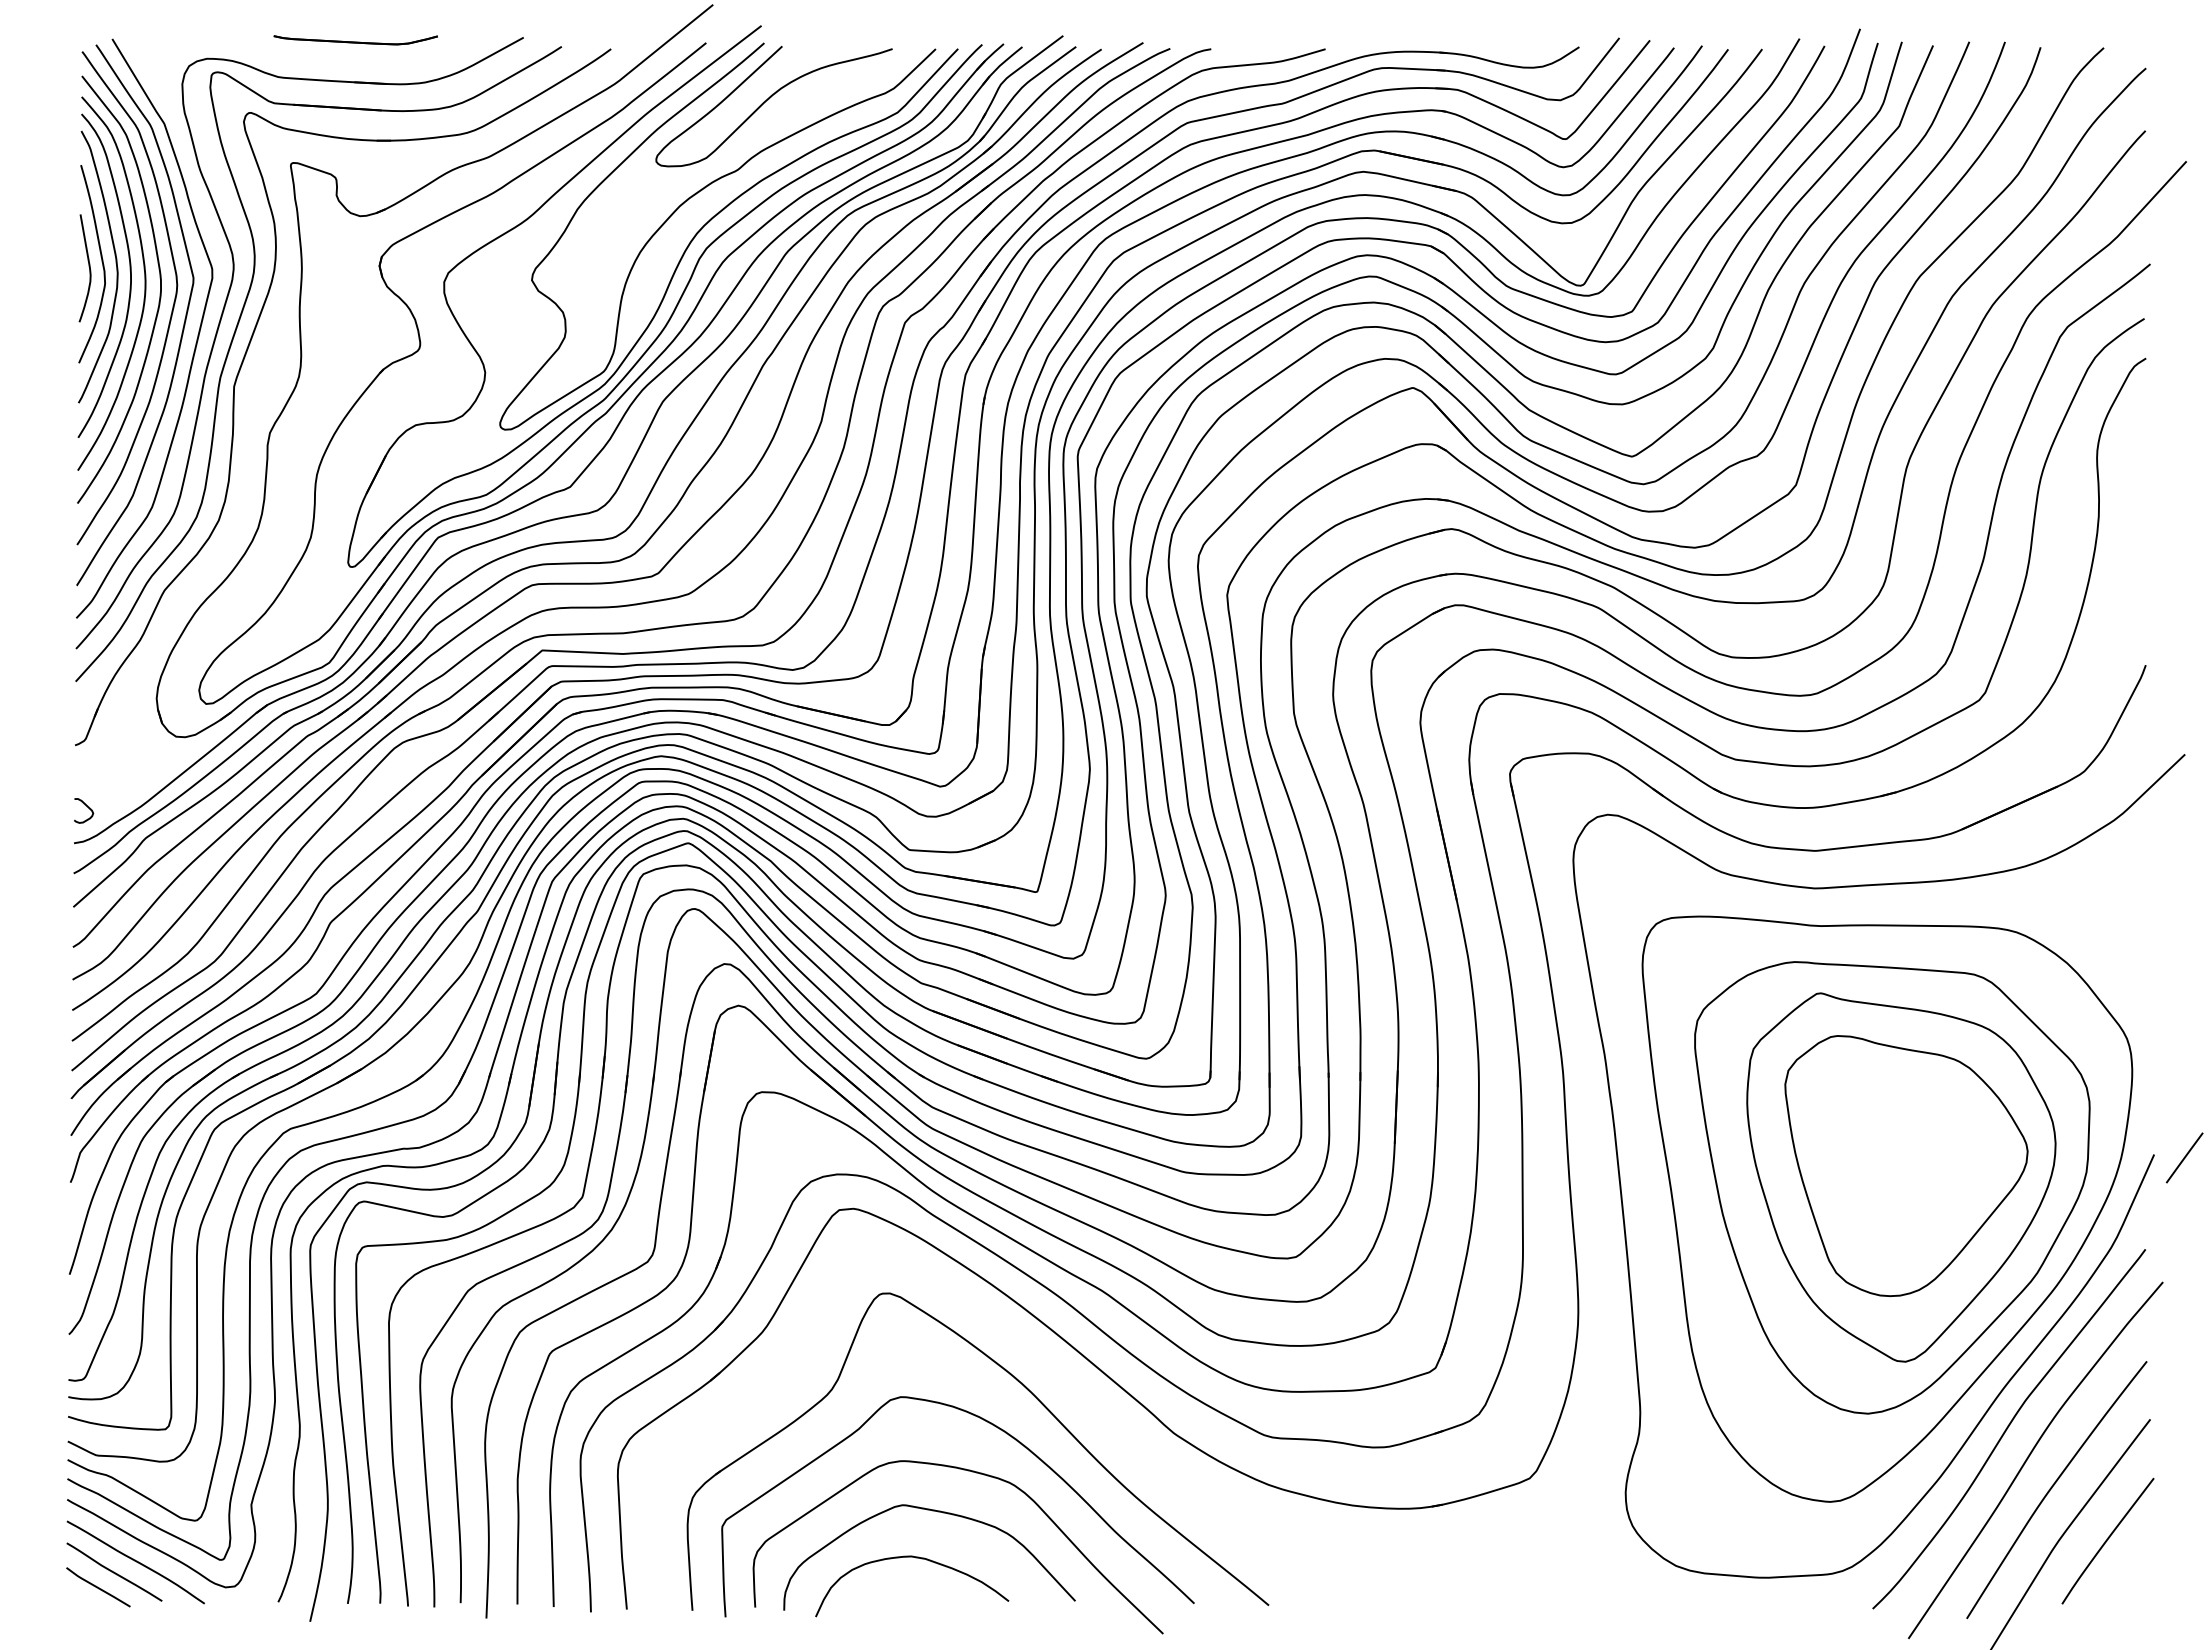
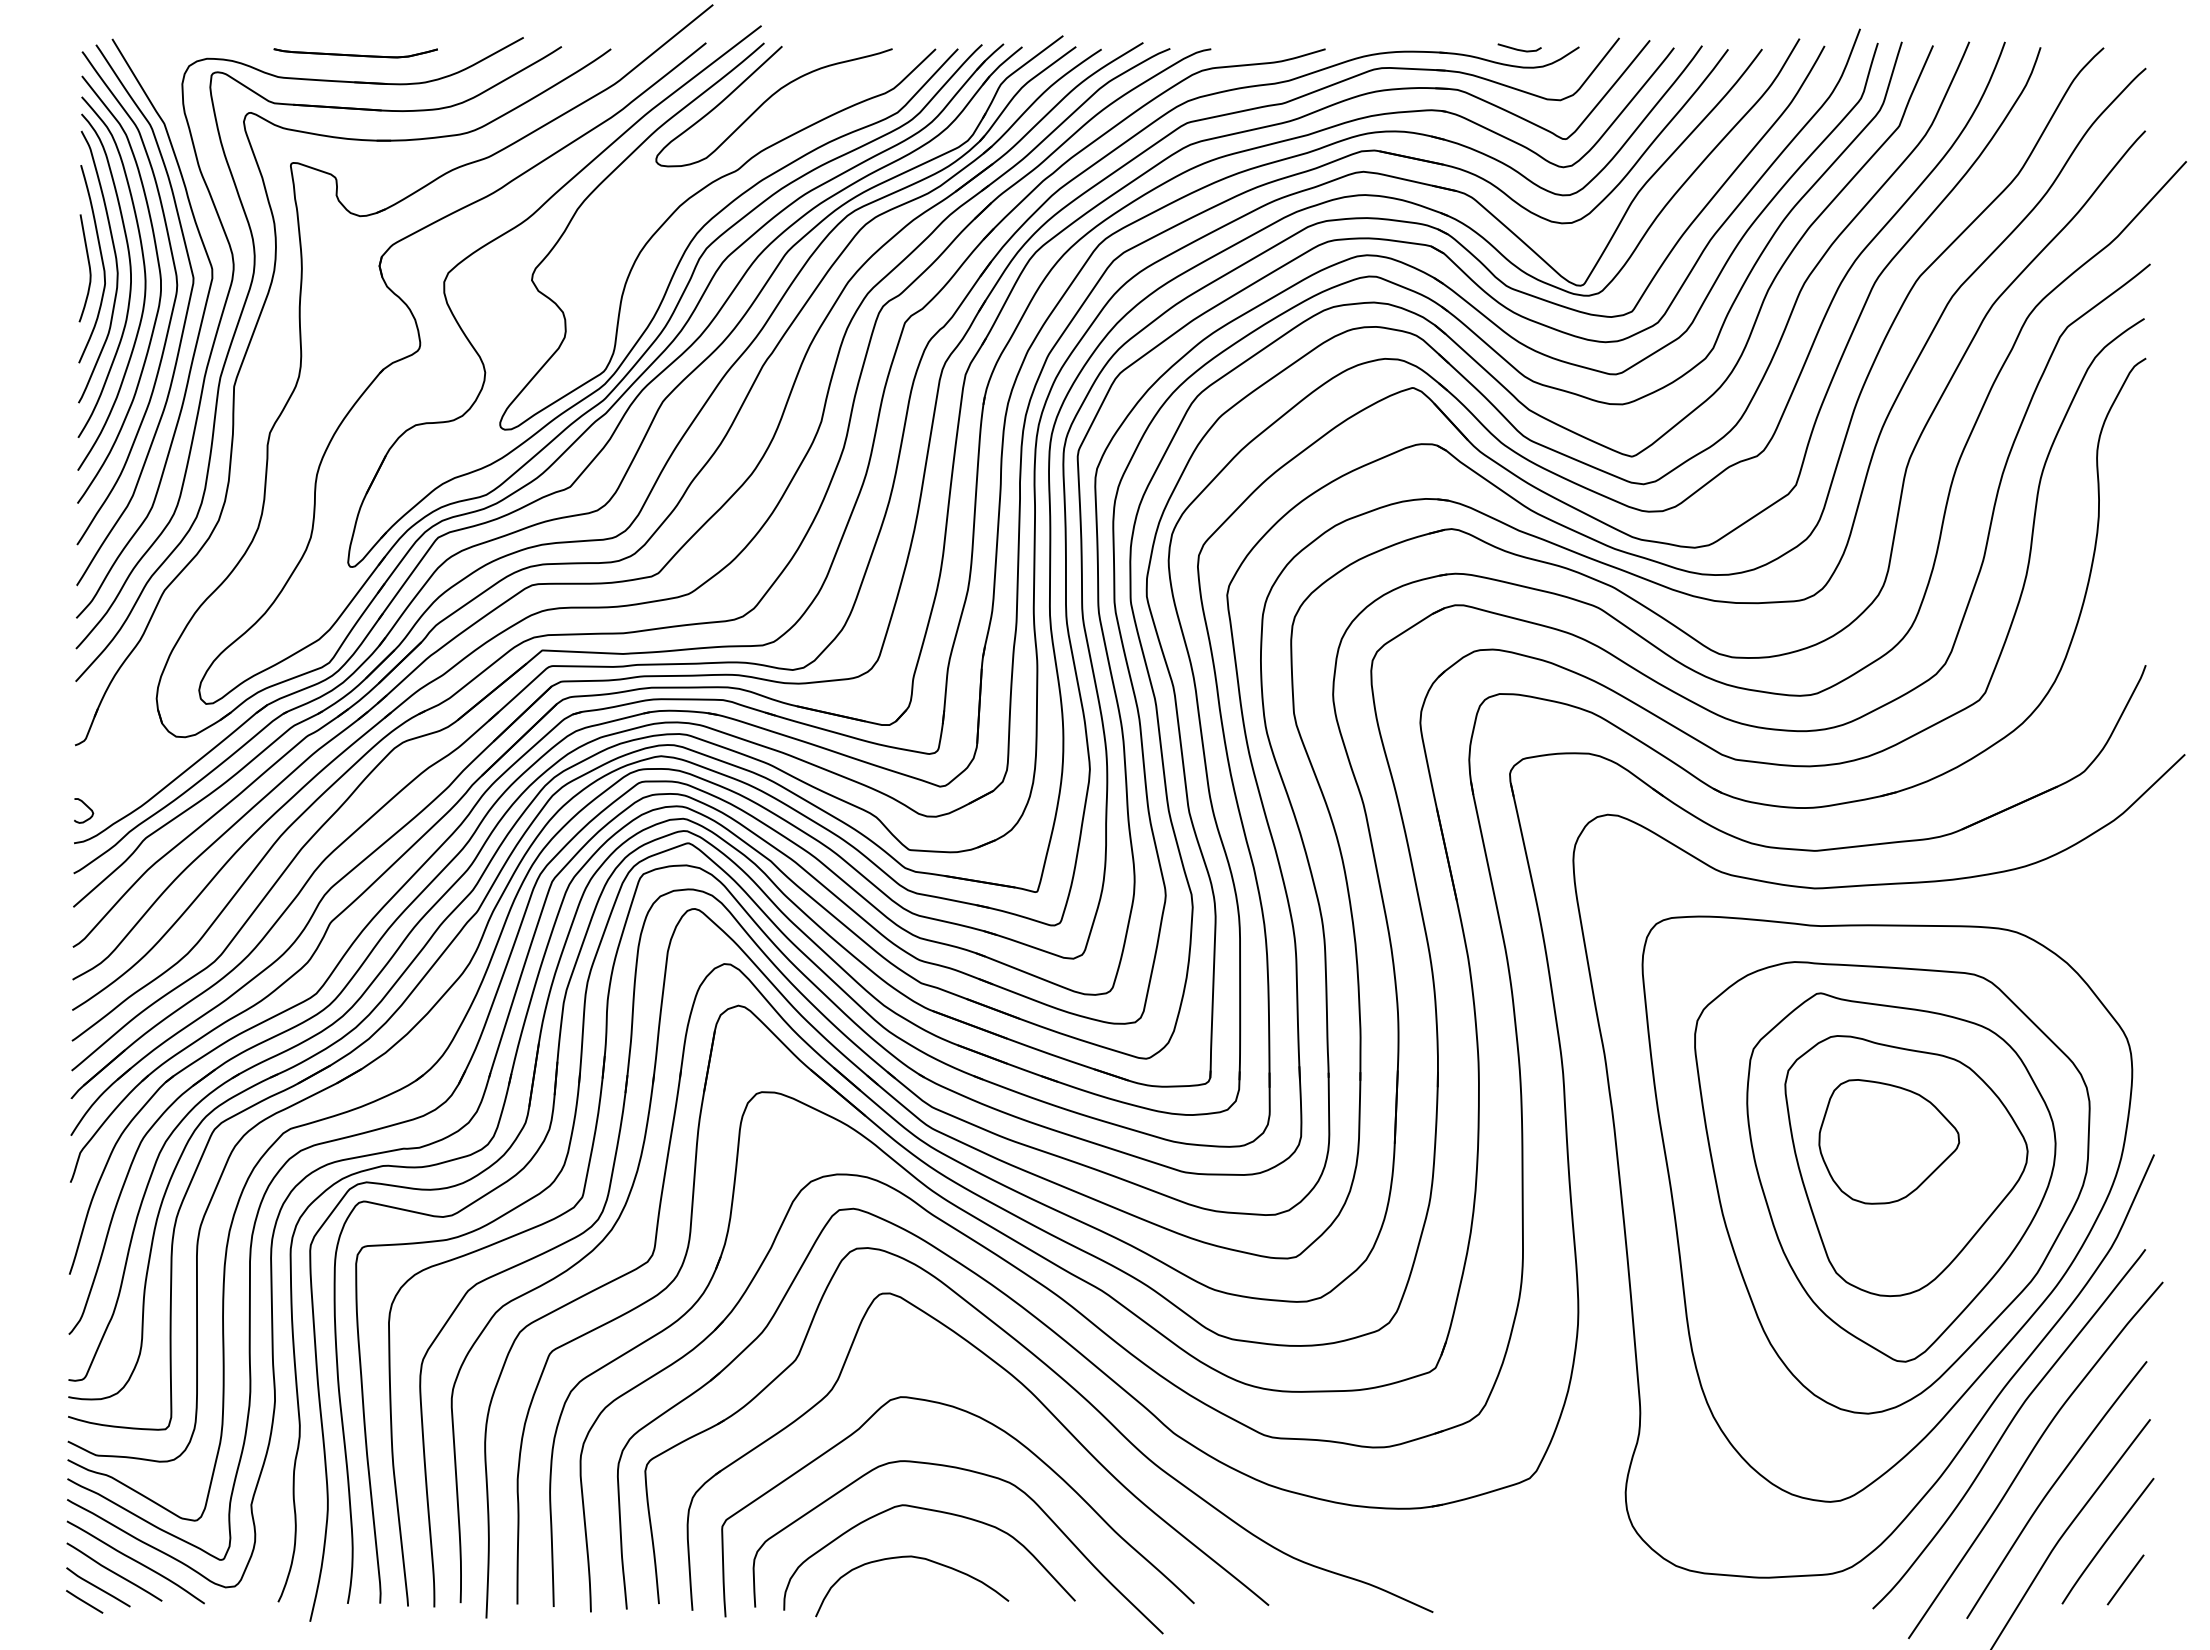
part at (355, 40) position: (355, 40) -> (355, 53)
line at (1519, 49): none -> present
part at (1889, 1141): none -> present
line at (2184, 1157) position: (2184, 1157) -> (2125, 1579)
part at (1069, 1386): none -> present
line at (84, 1601): none -> present
